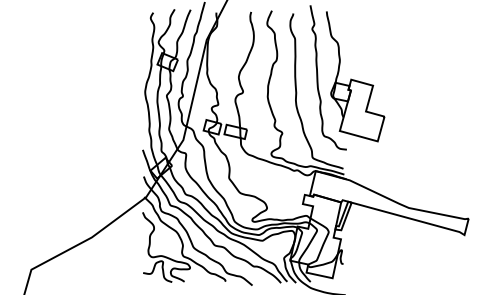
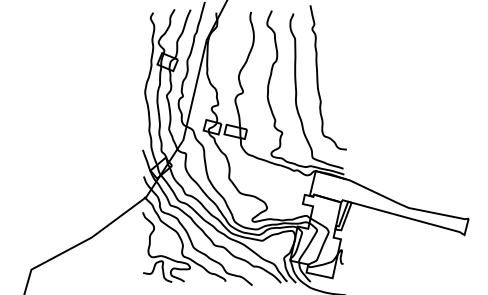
part at (355, 76): present -> none
